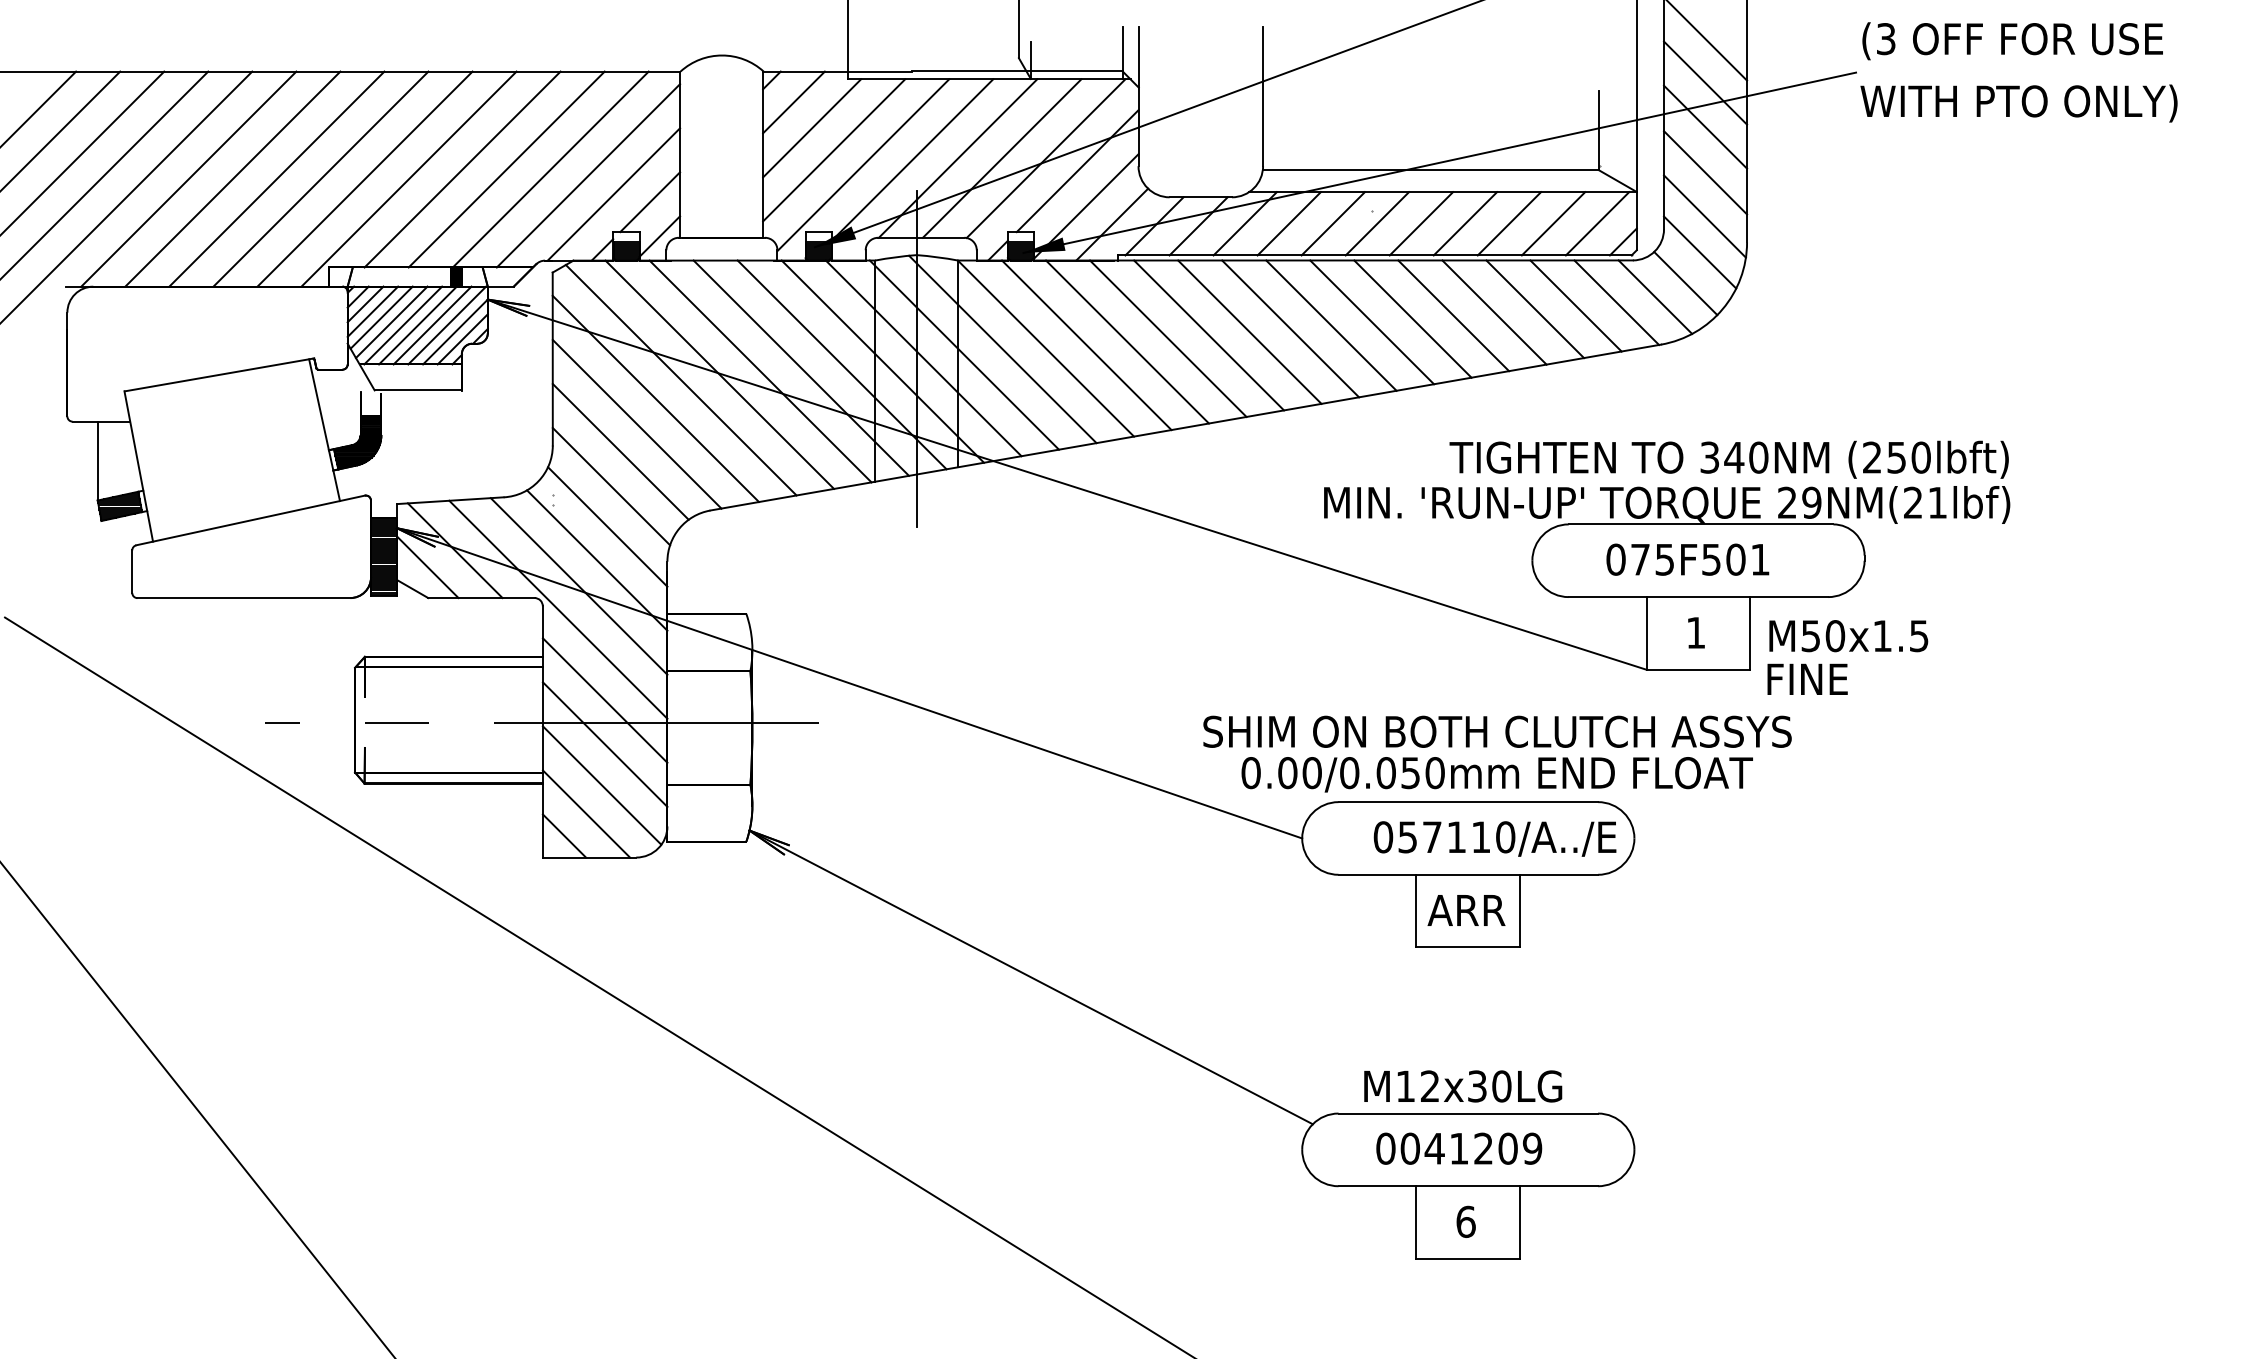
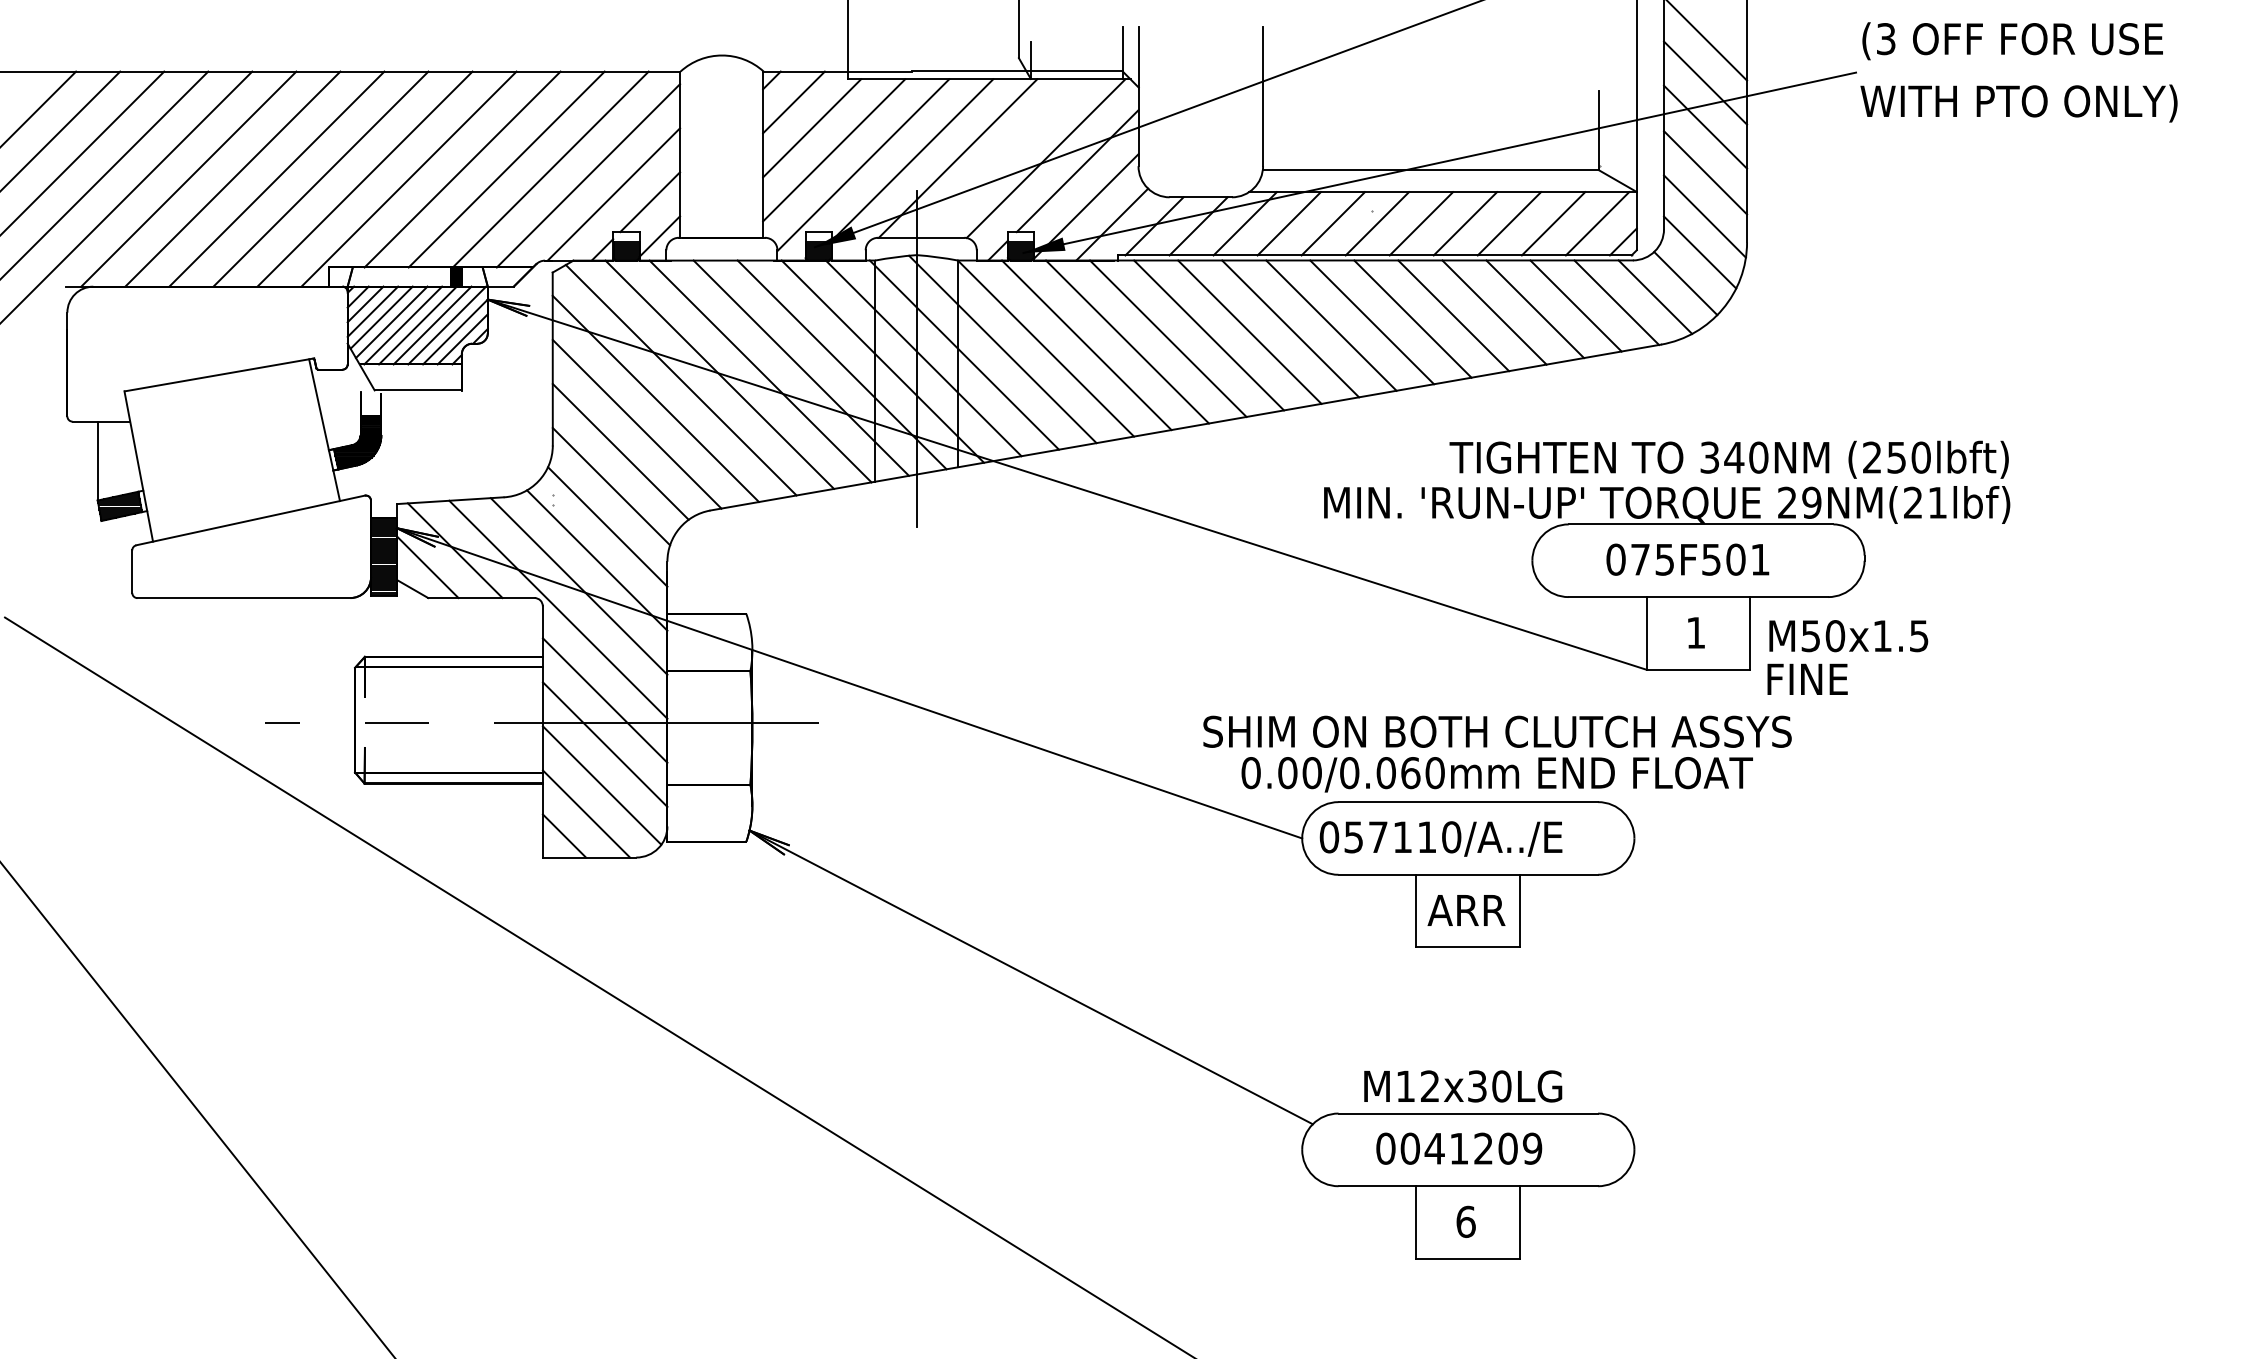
line at (1001, 158): present -> none
text at (1410, 773): 0.00/0.050mm -> 0.00/0.060mm
text at (1494, 838) position: (1494, 838) -> (1440, 838)
